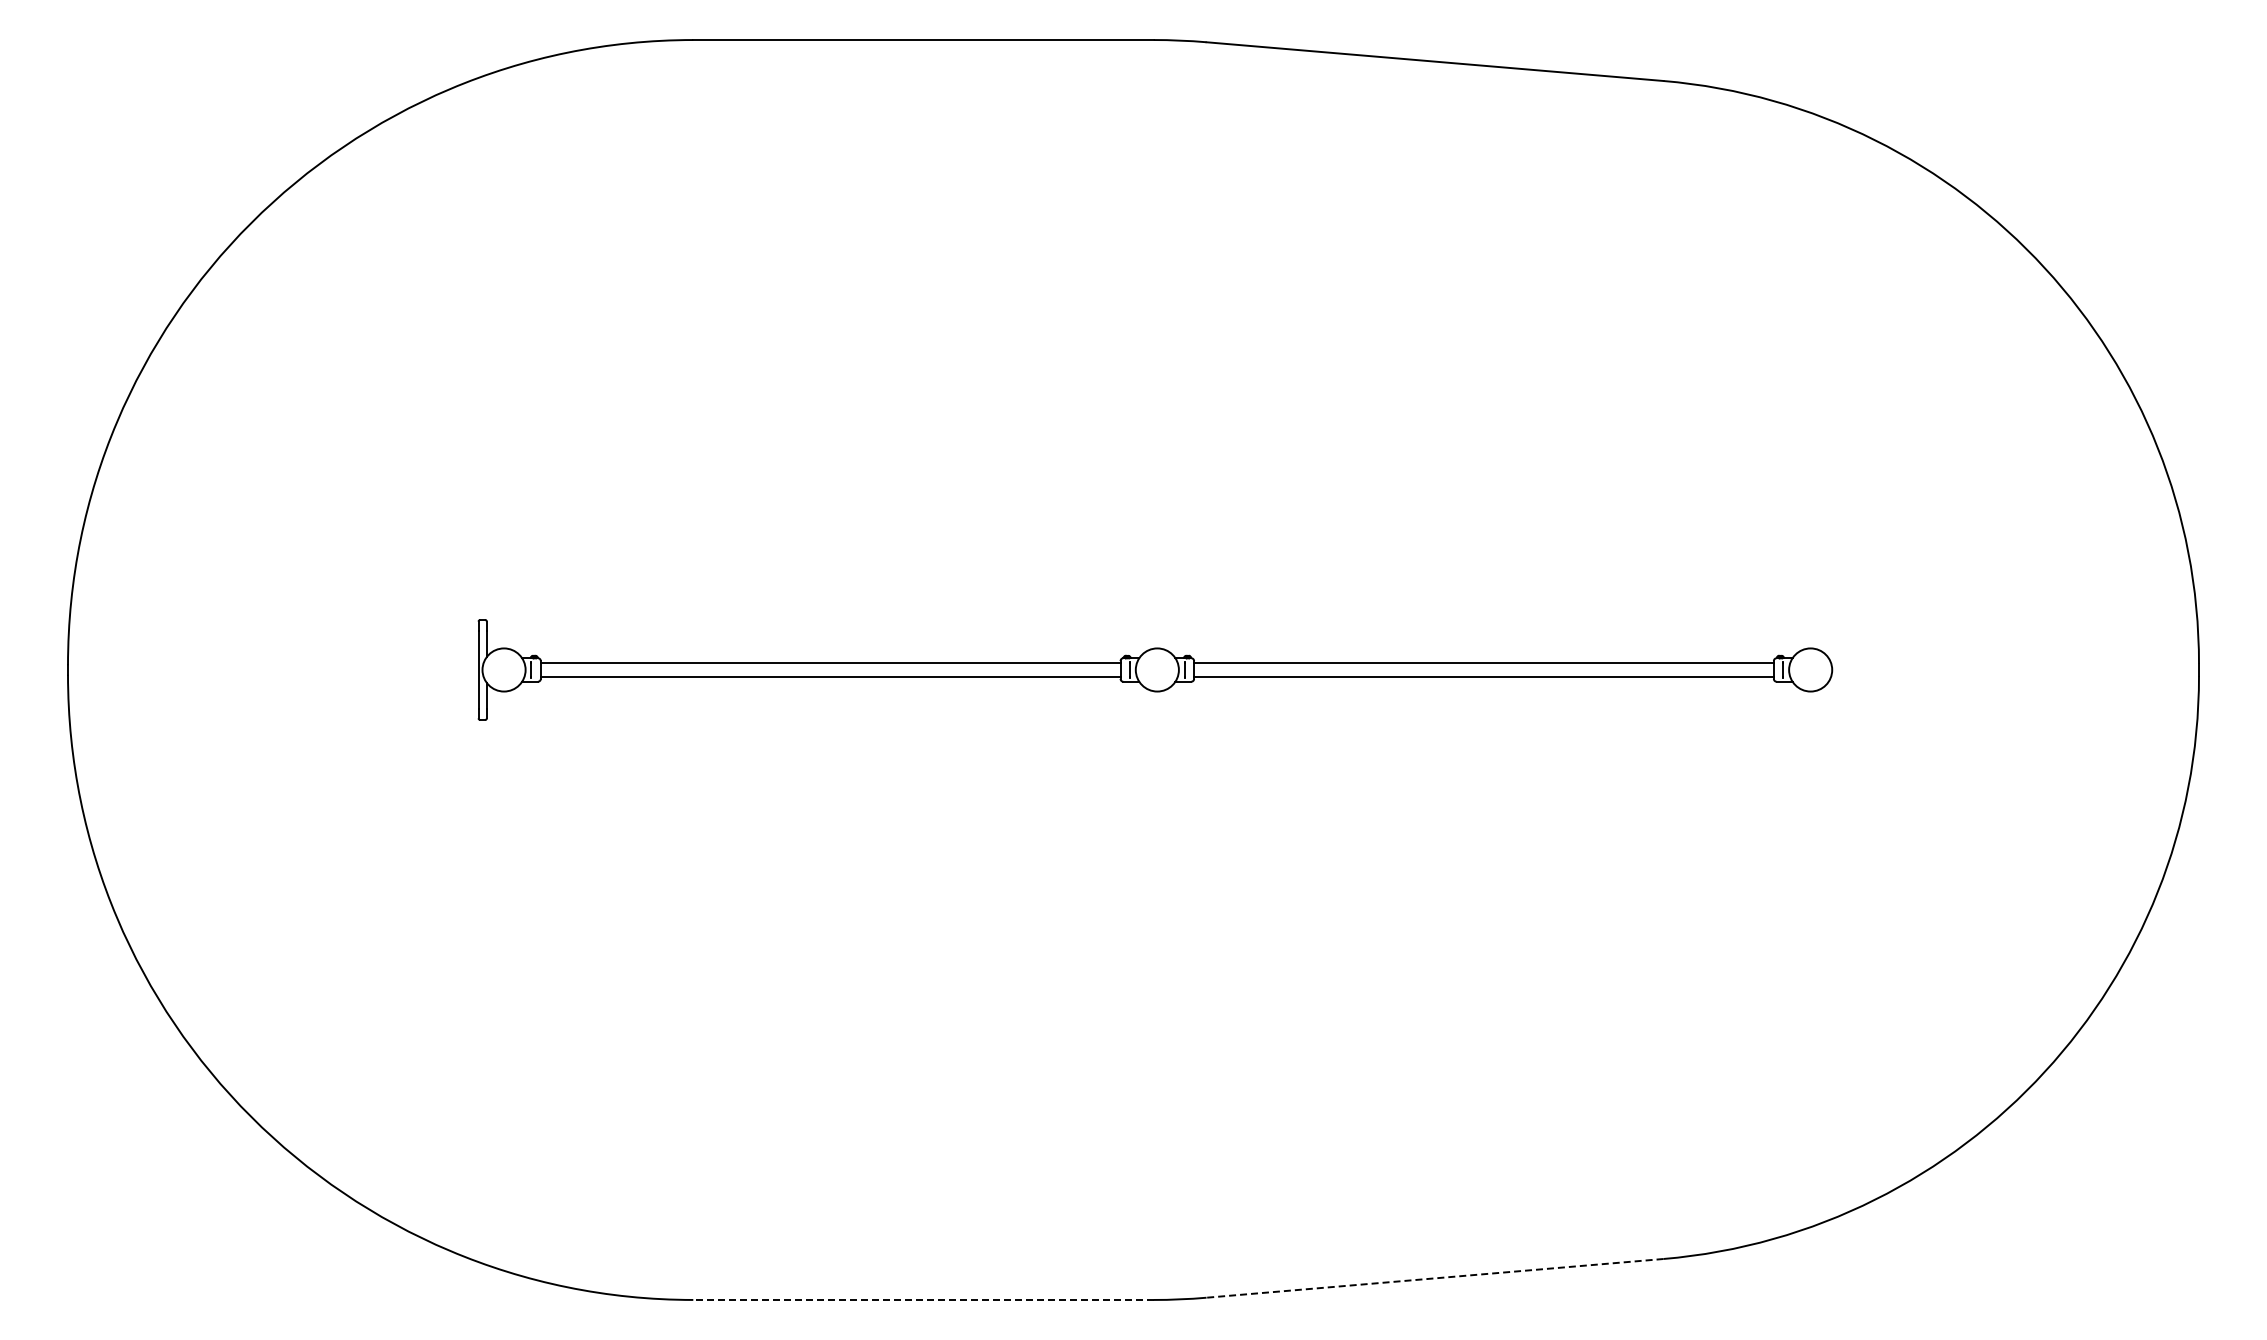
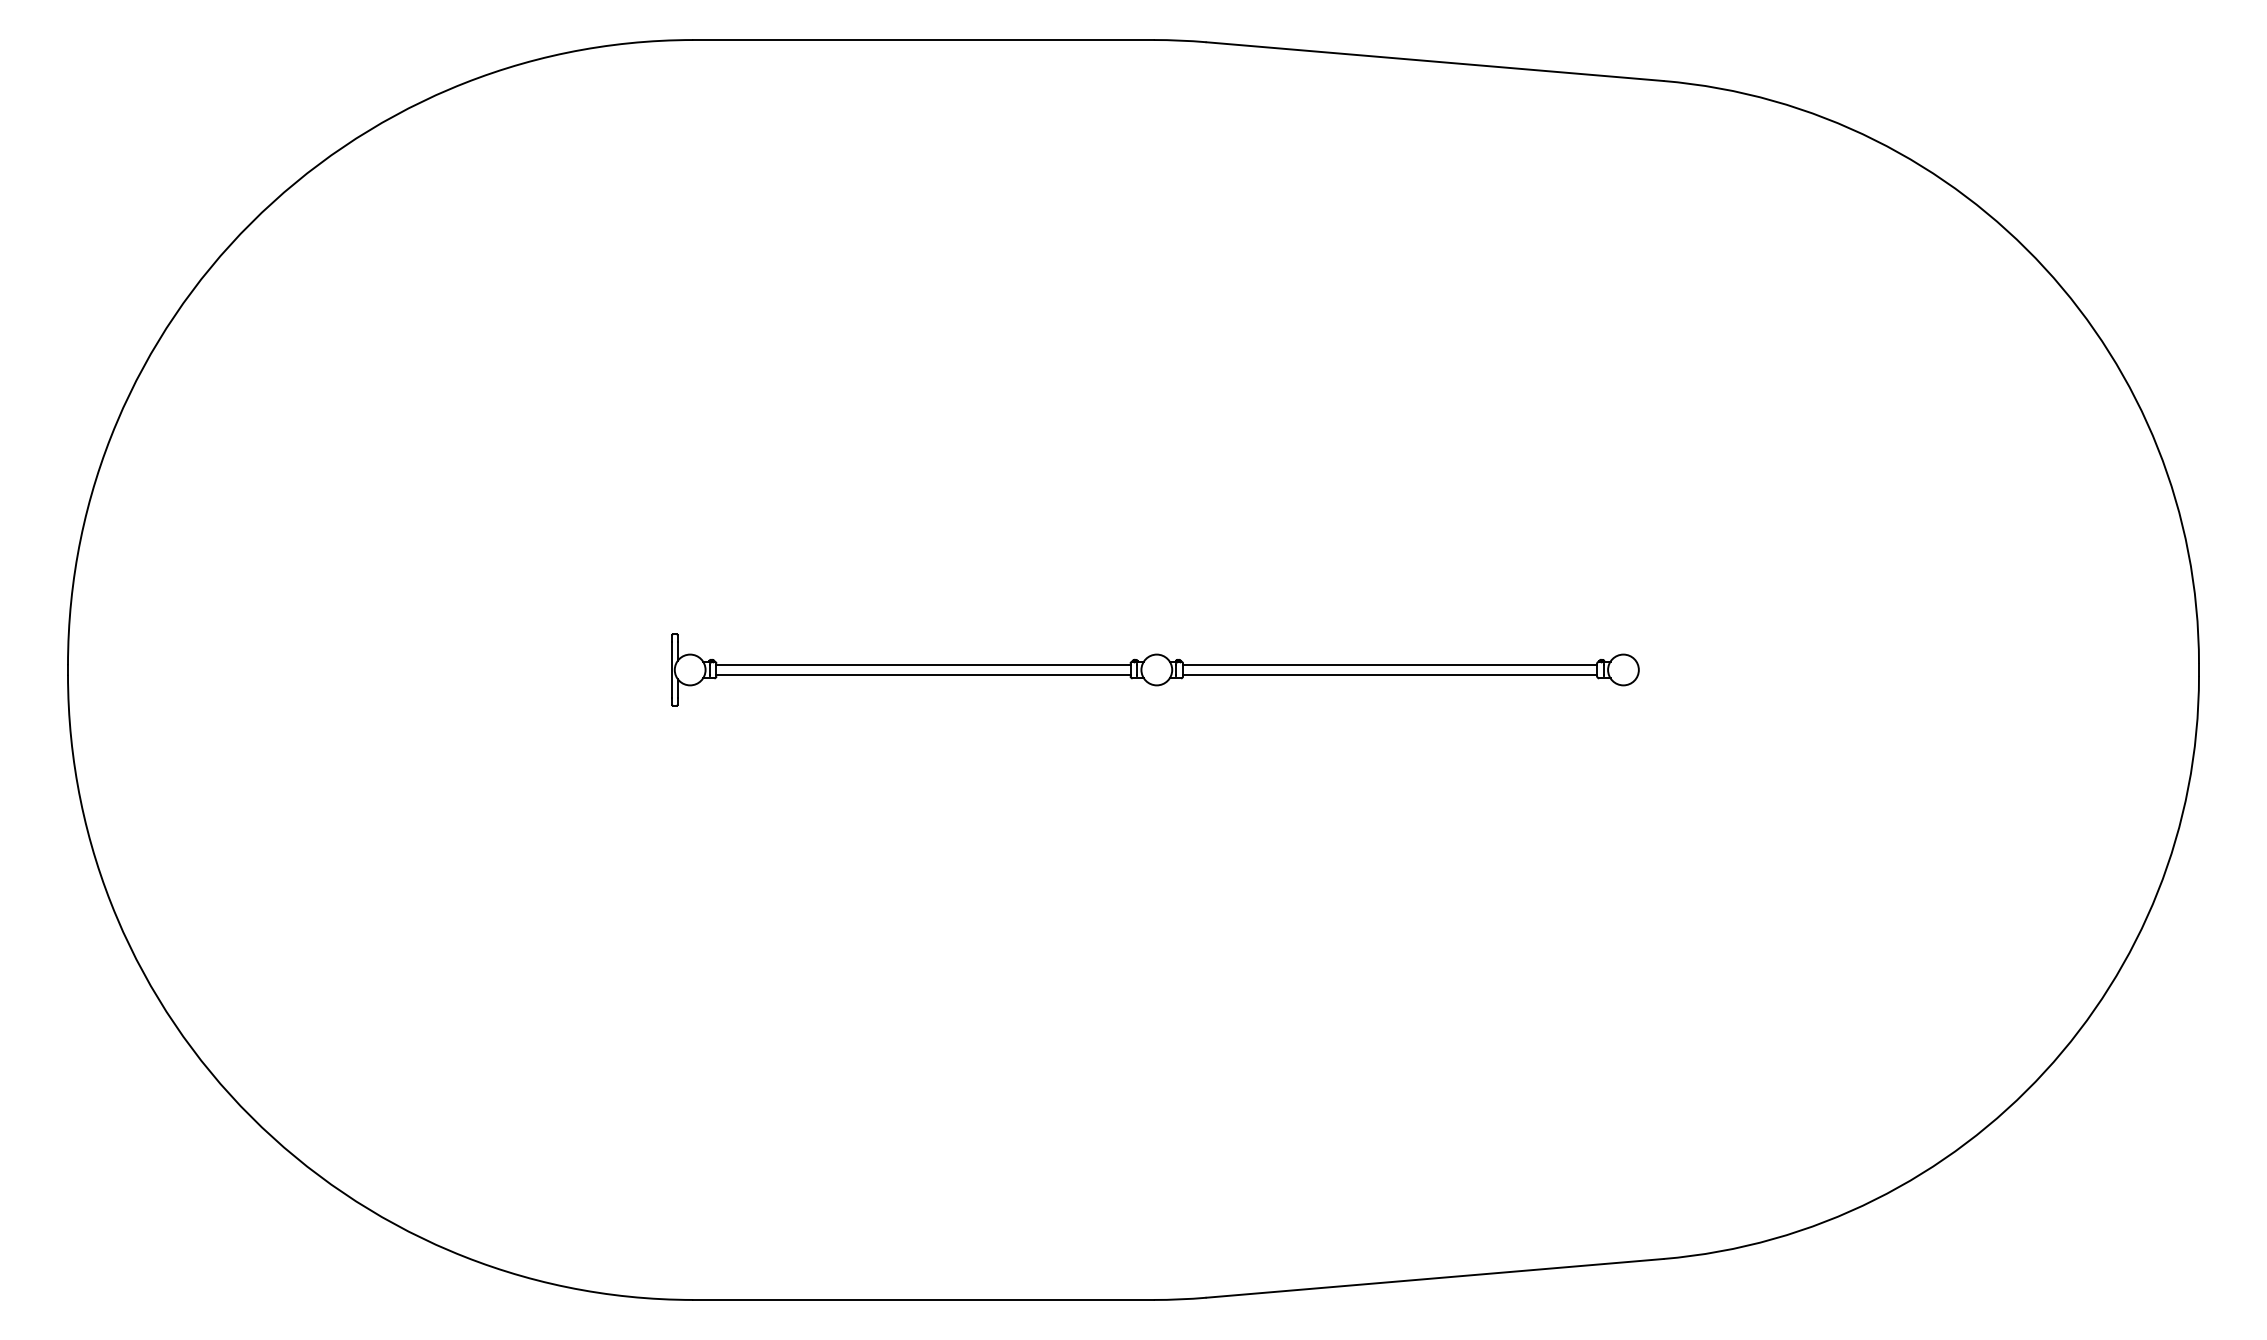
part at (1155, 669) size: 1357x102 px -> 969x74 px
line at (1434, 1278): dashed -> solid
line at (923, 1299): dashed -> solid
